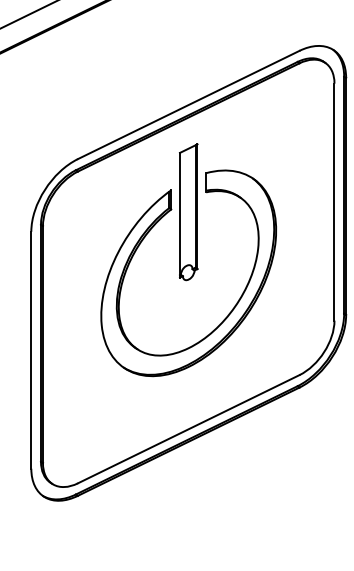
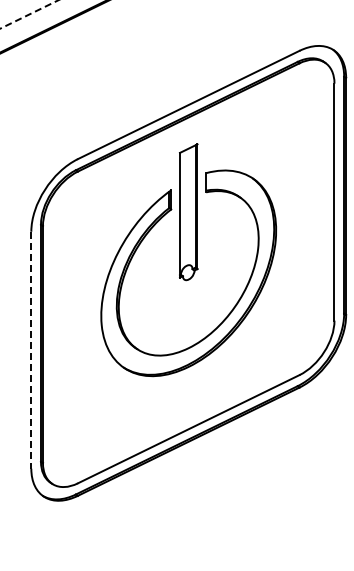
line at (28, 14): solid -> dashed
line at (31, 350): solid -> dashed
